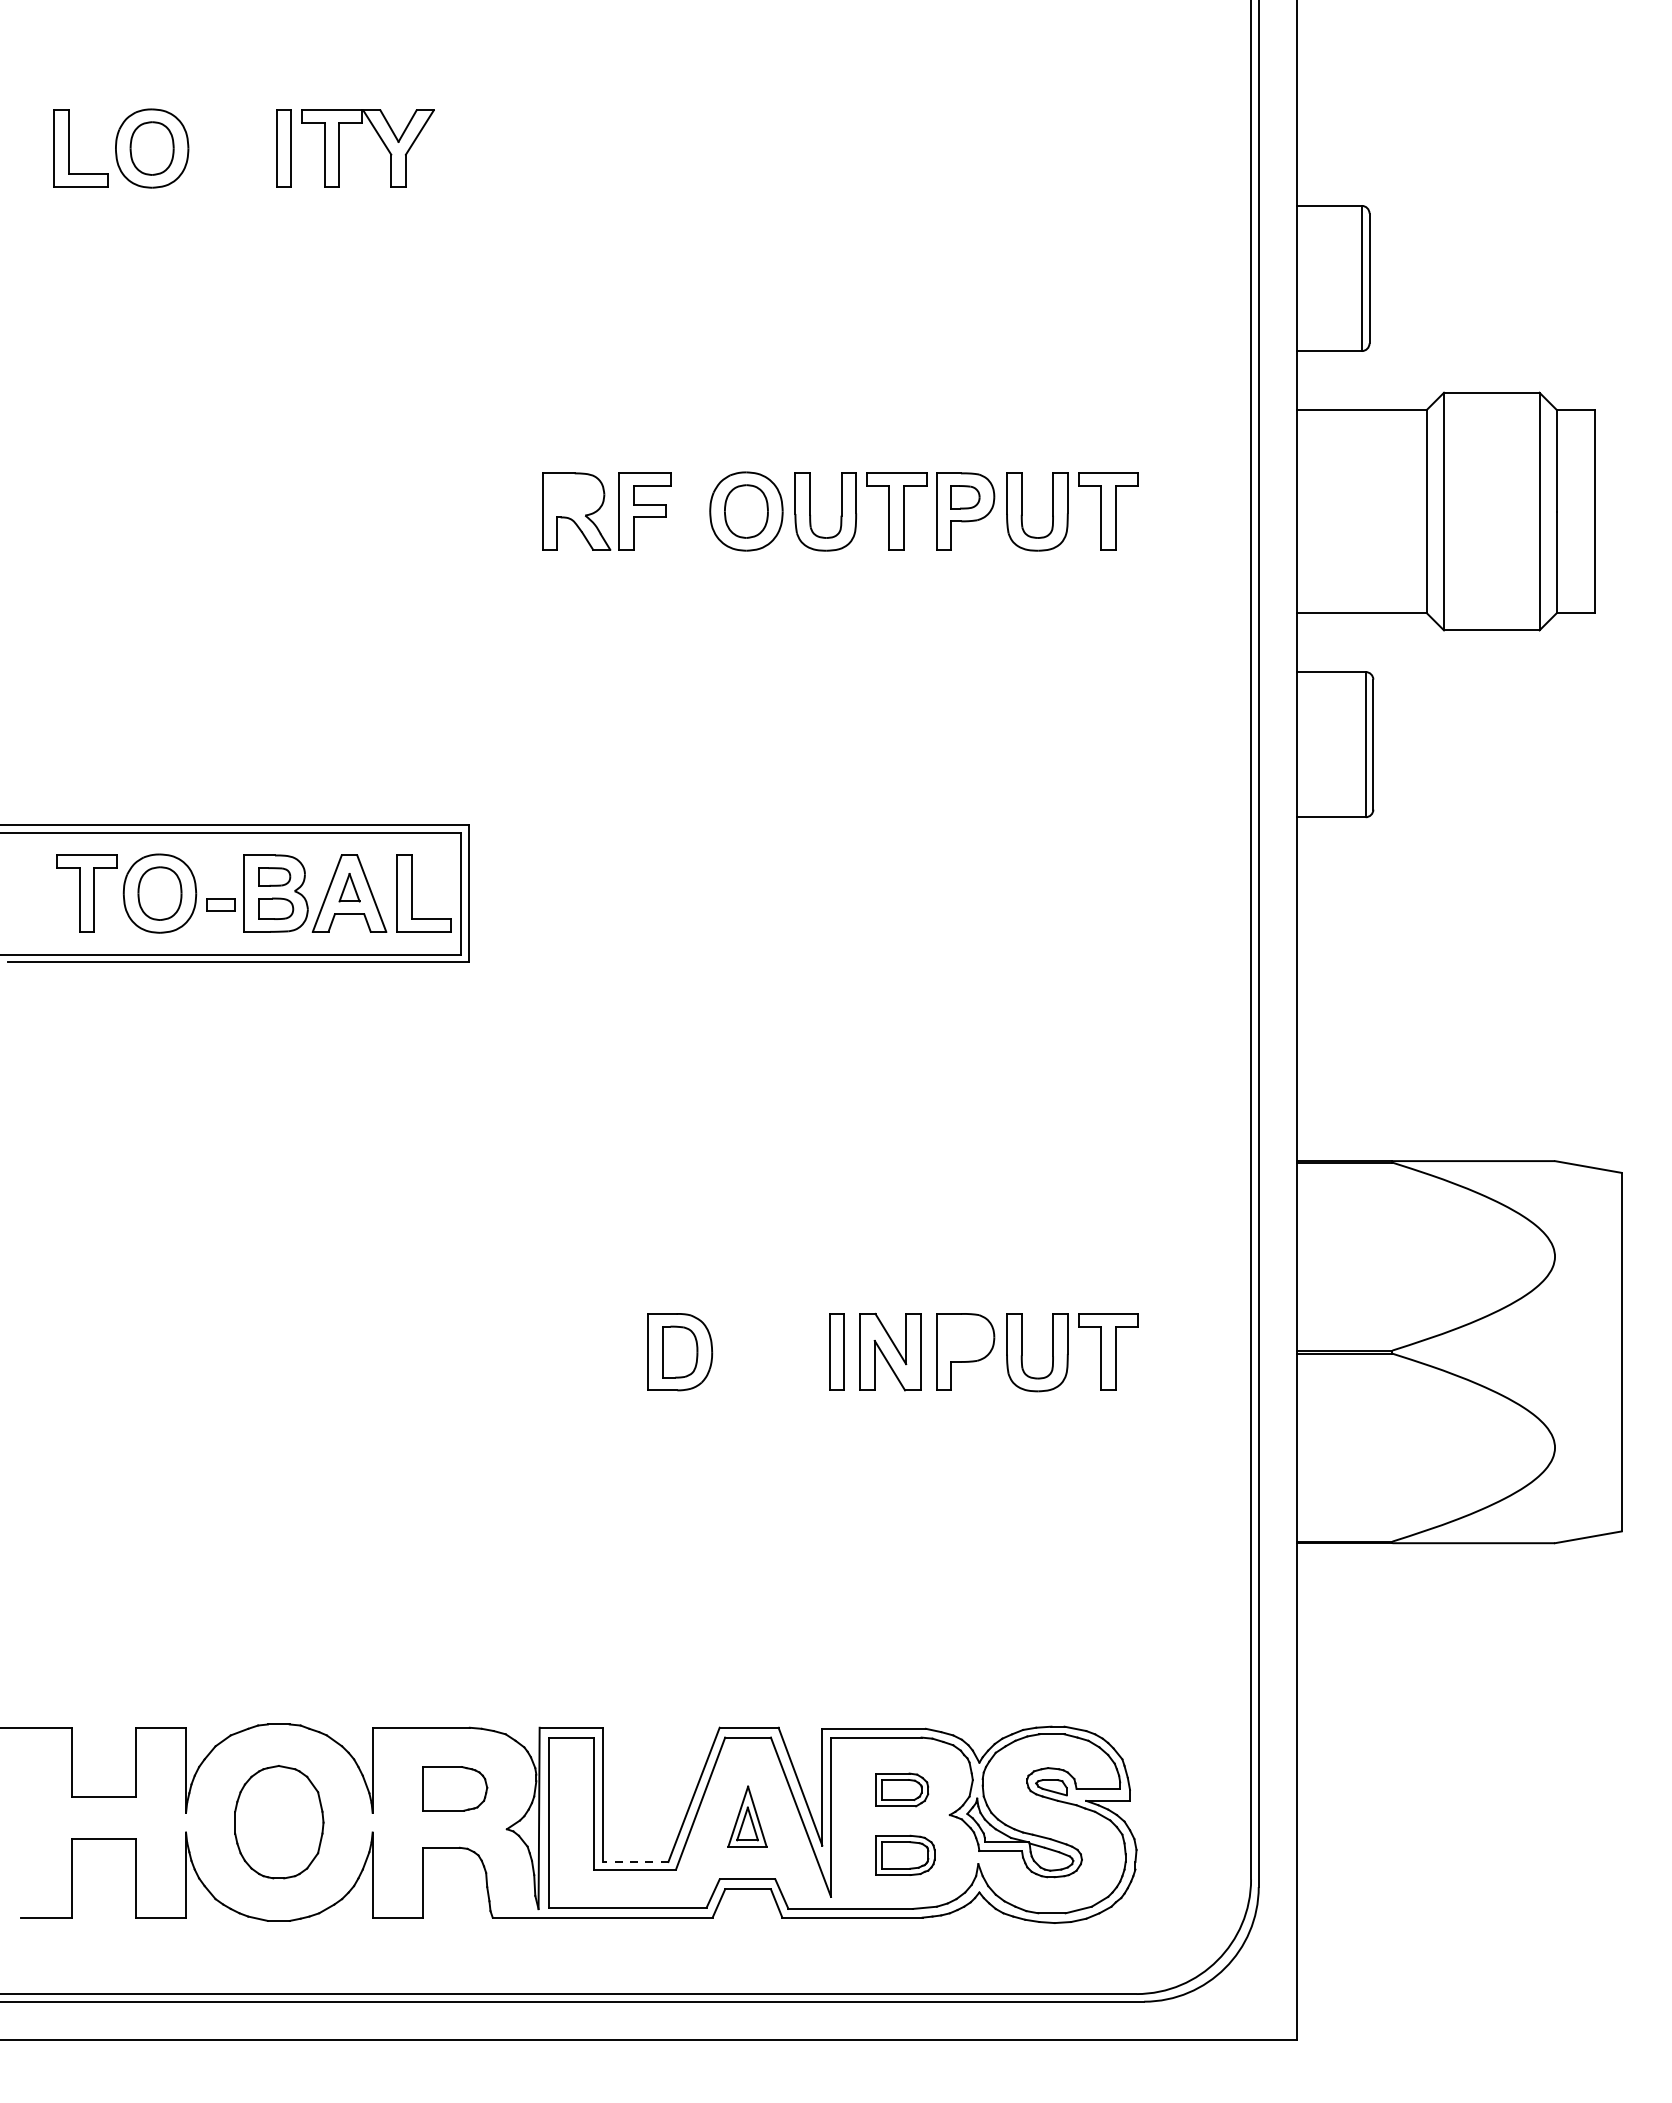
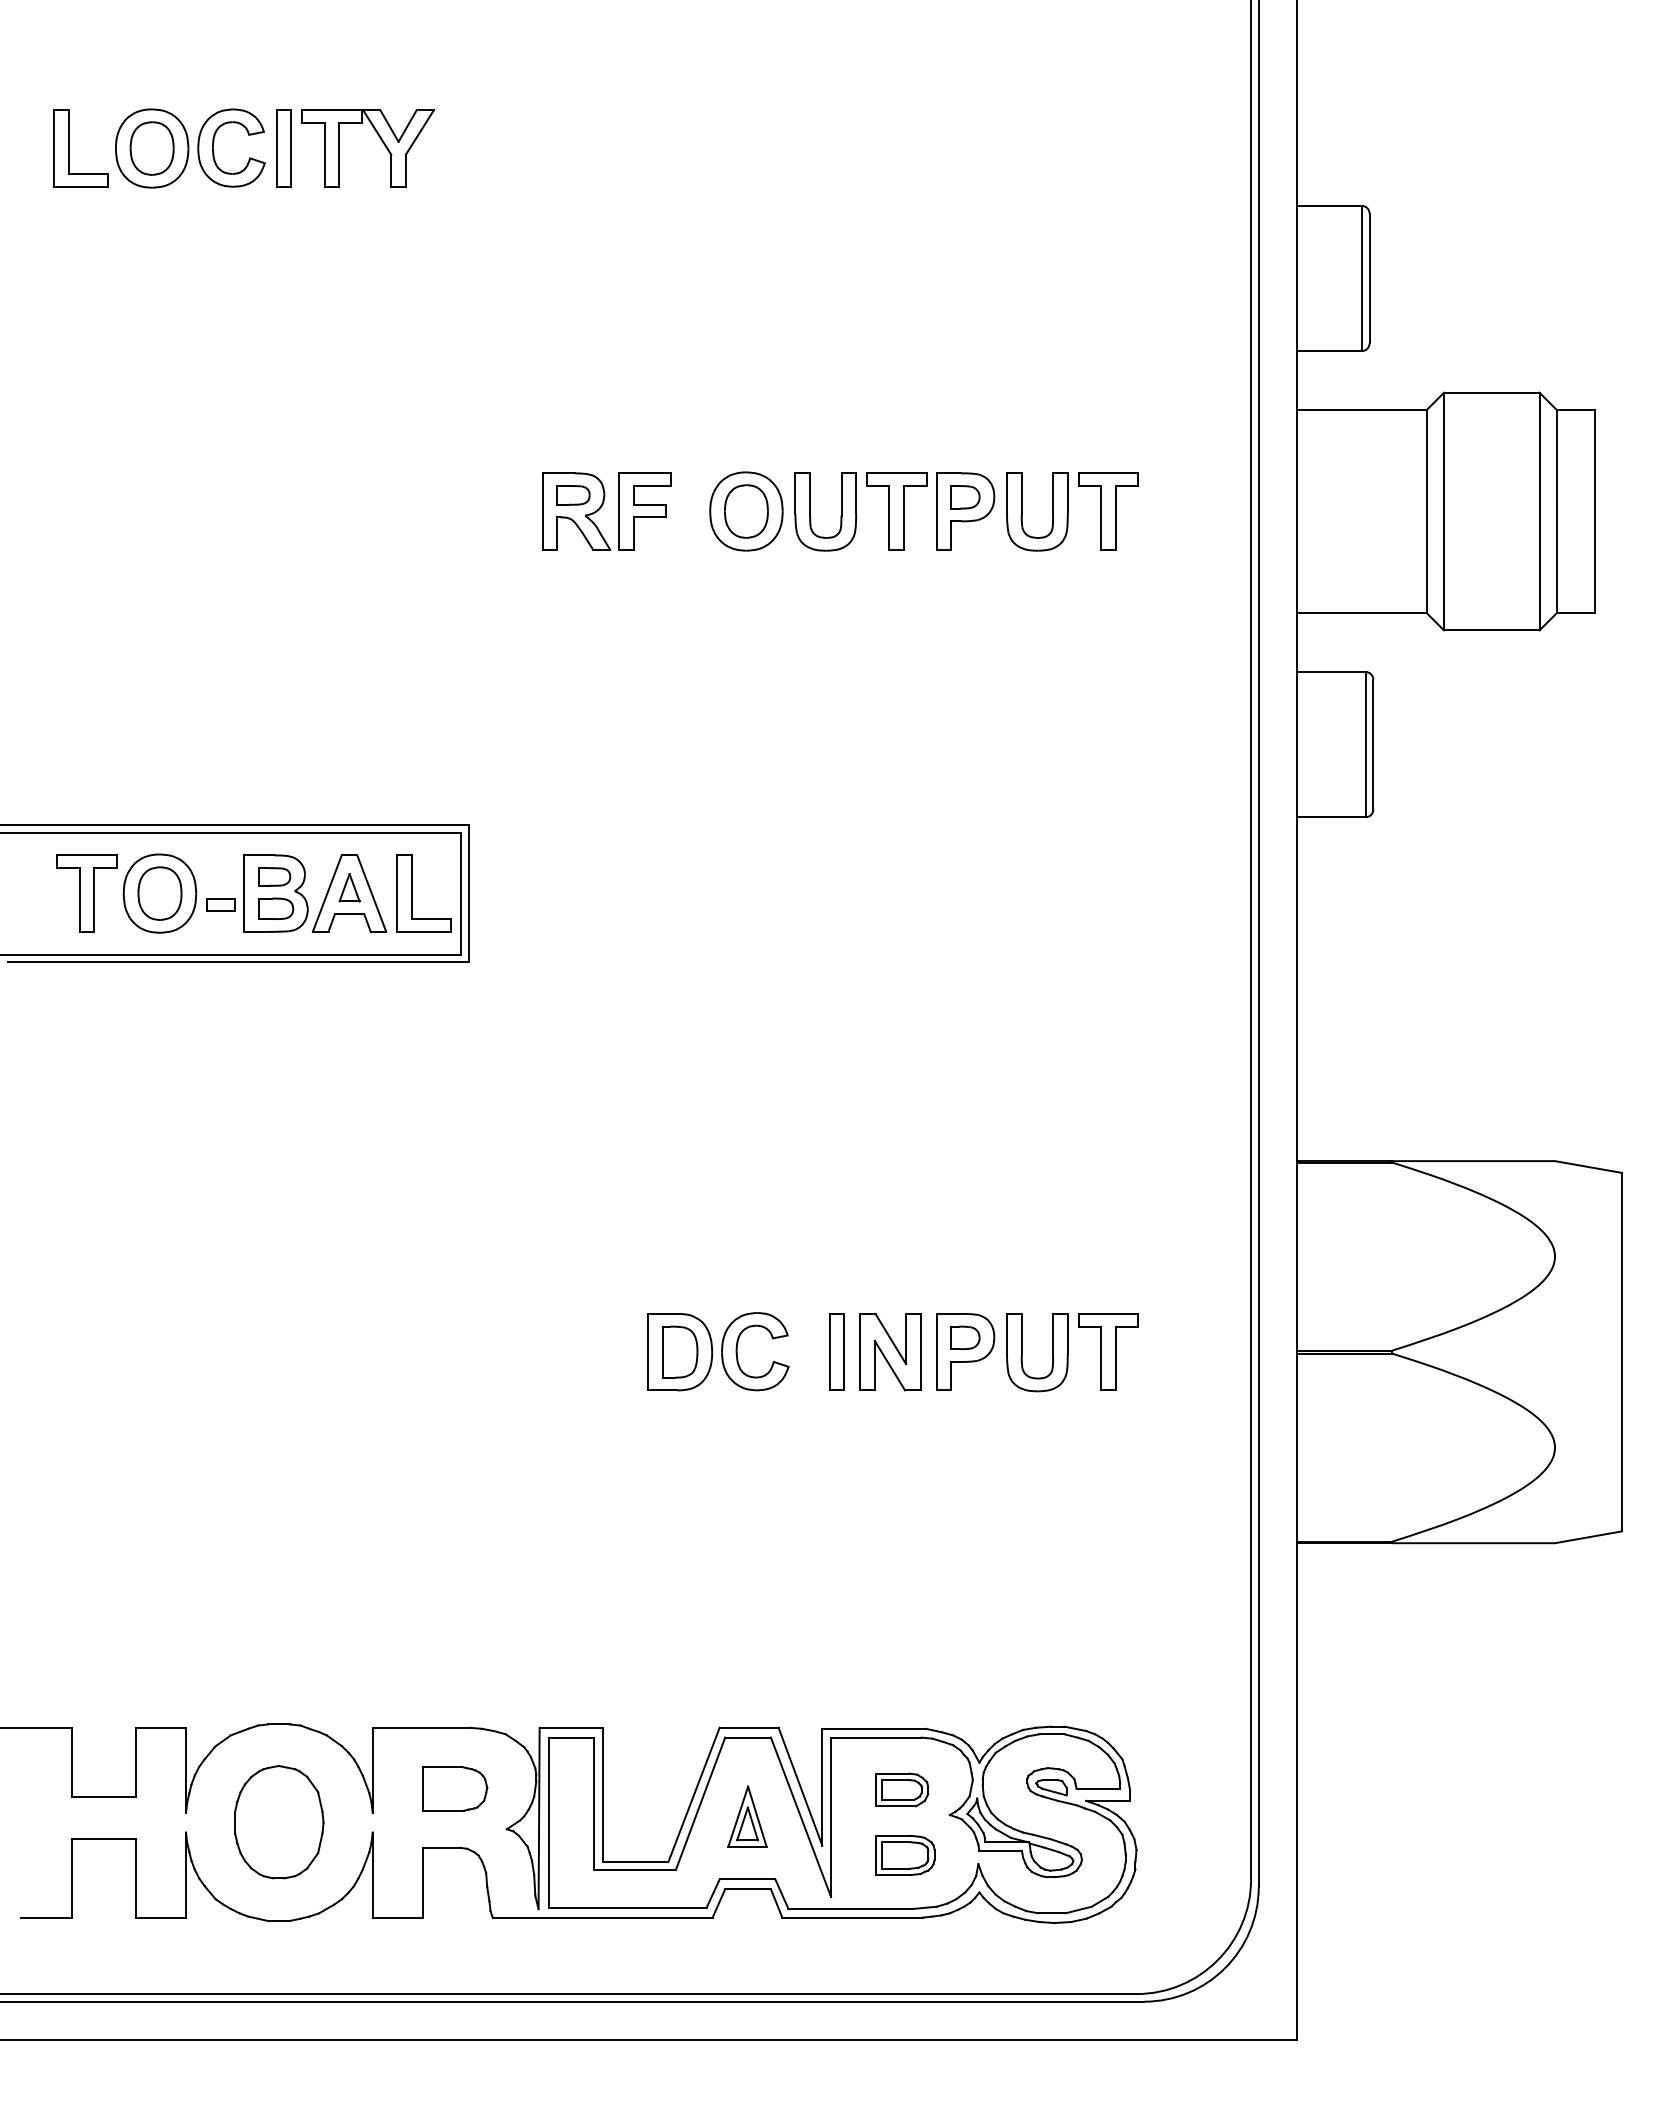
part at (214, 142): none -> present
part at (573, 495): none -> present
part at (965, 1337): none -> present
part at (737, 1351): none -> present
line at (635, 1862): dashed -> solid
